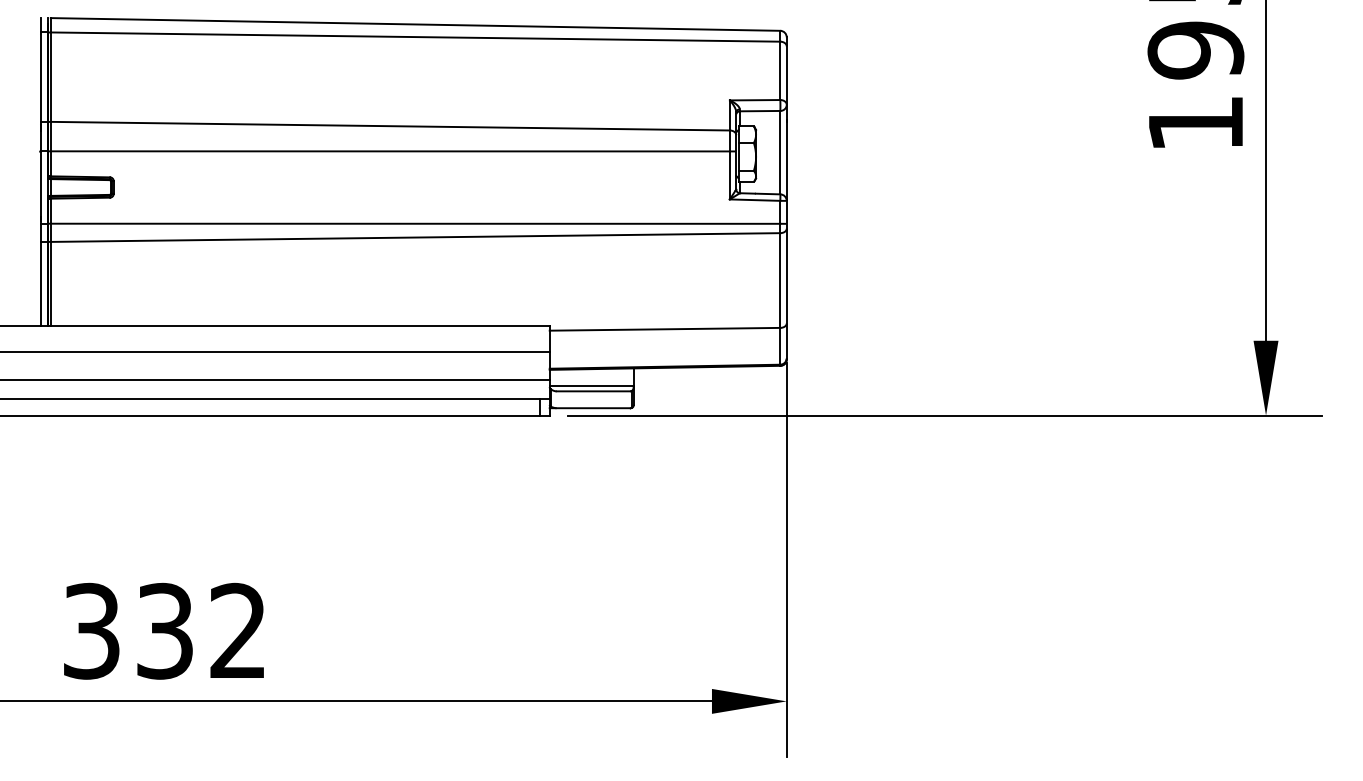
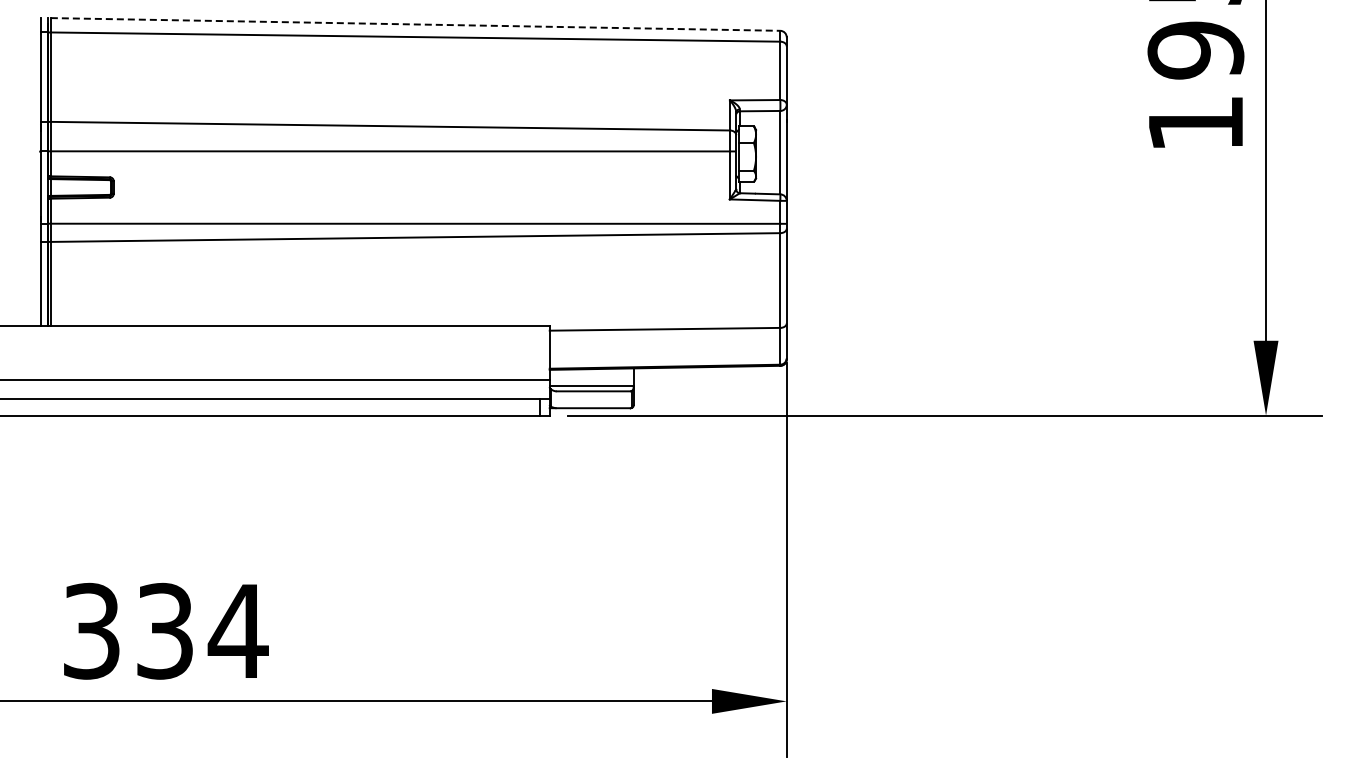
line at (415, 24): solid -> dashed
line at (275, 352): present -> none
text at (237, 629): 332 -> 334
